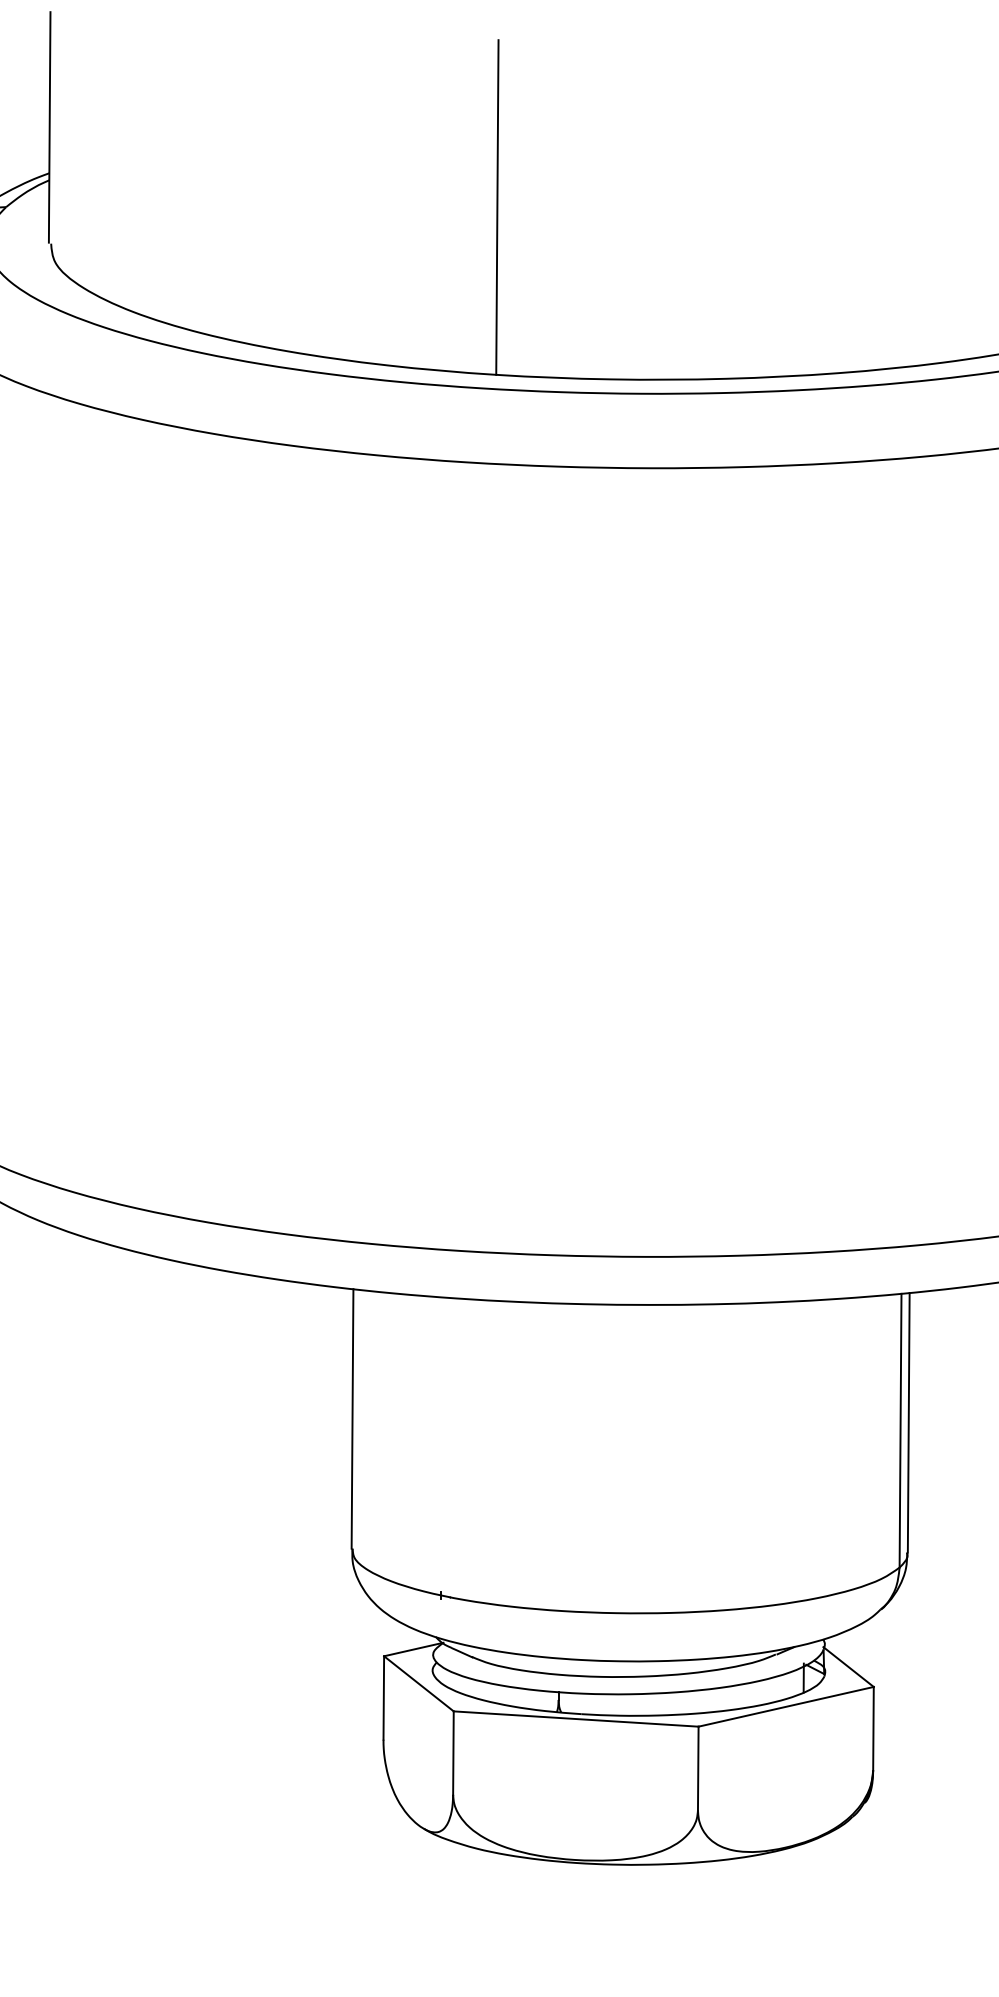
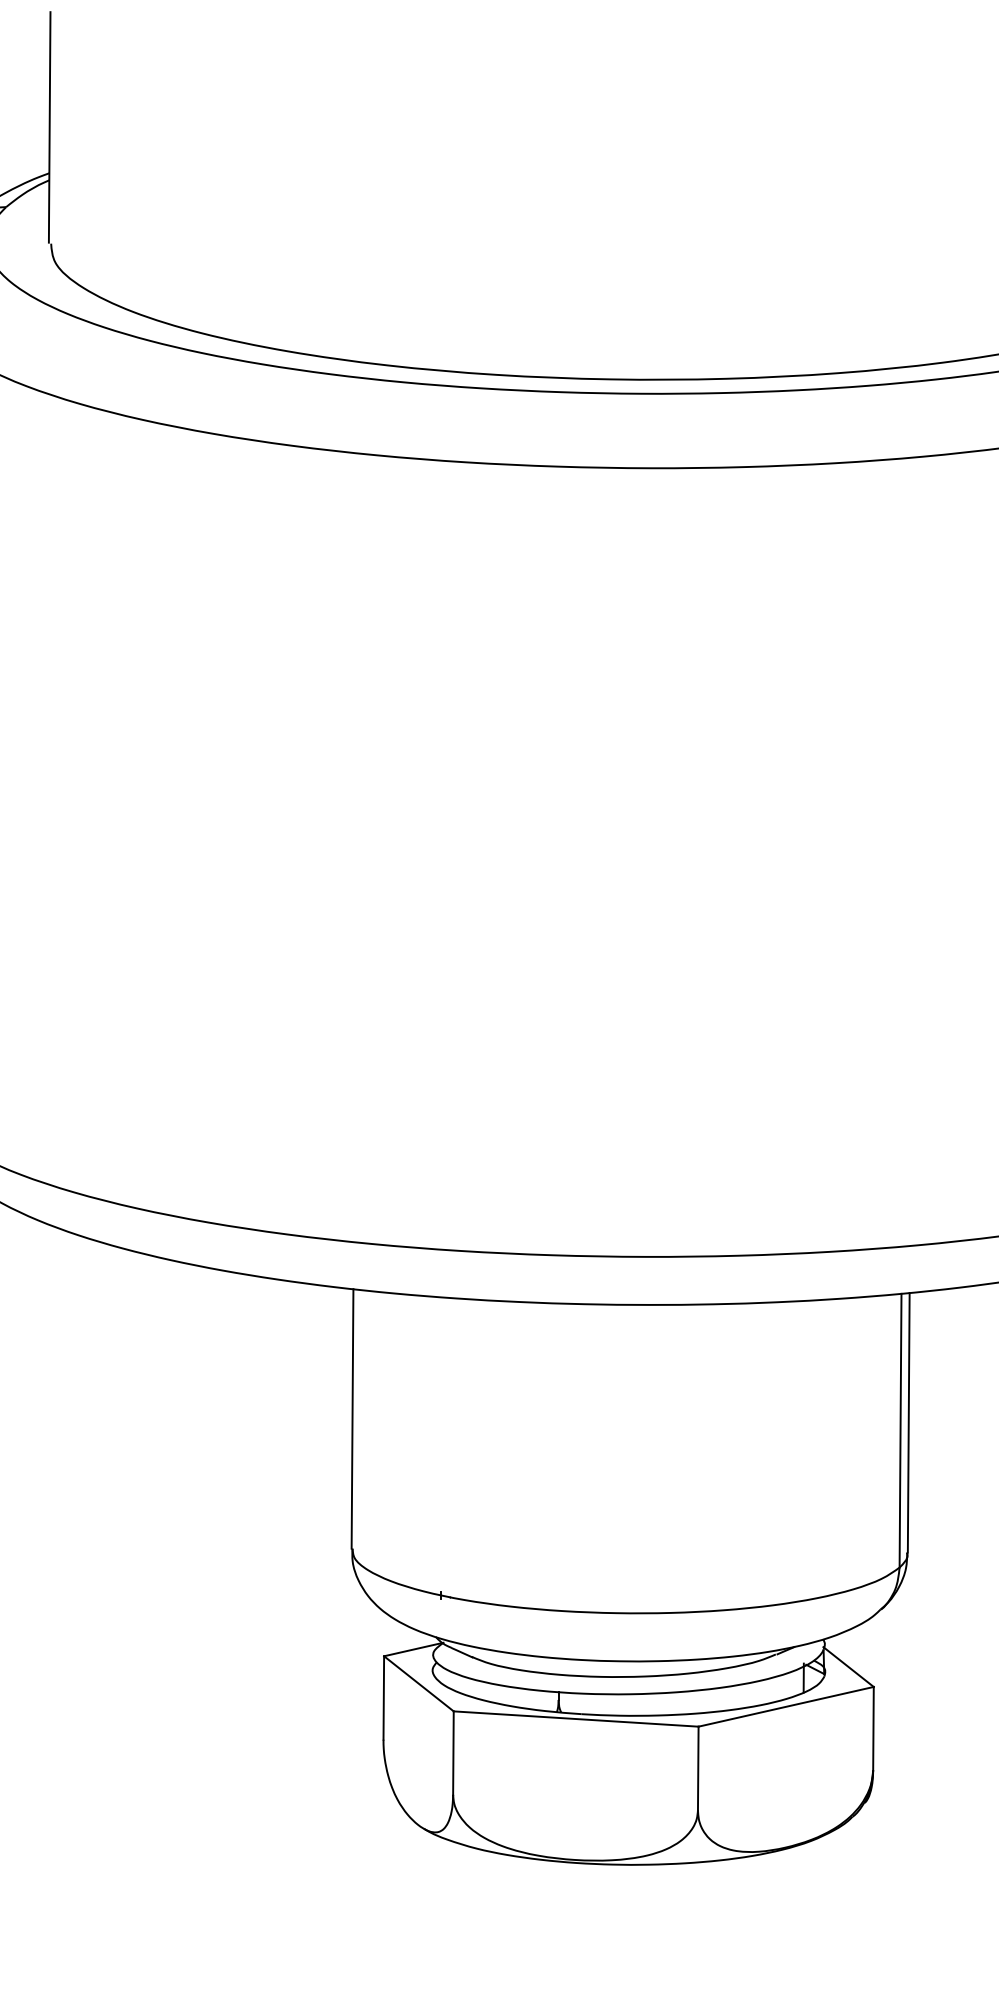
line at (497, 207): present -> none
